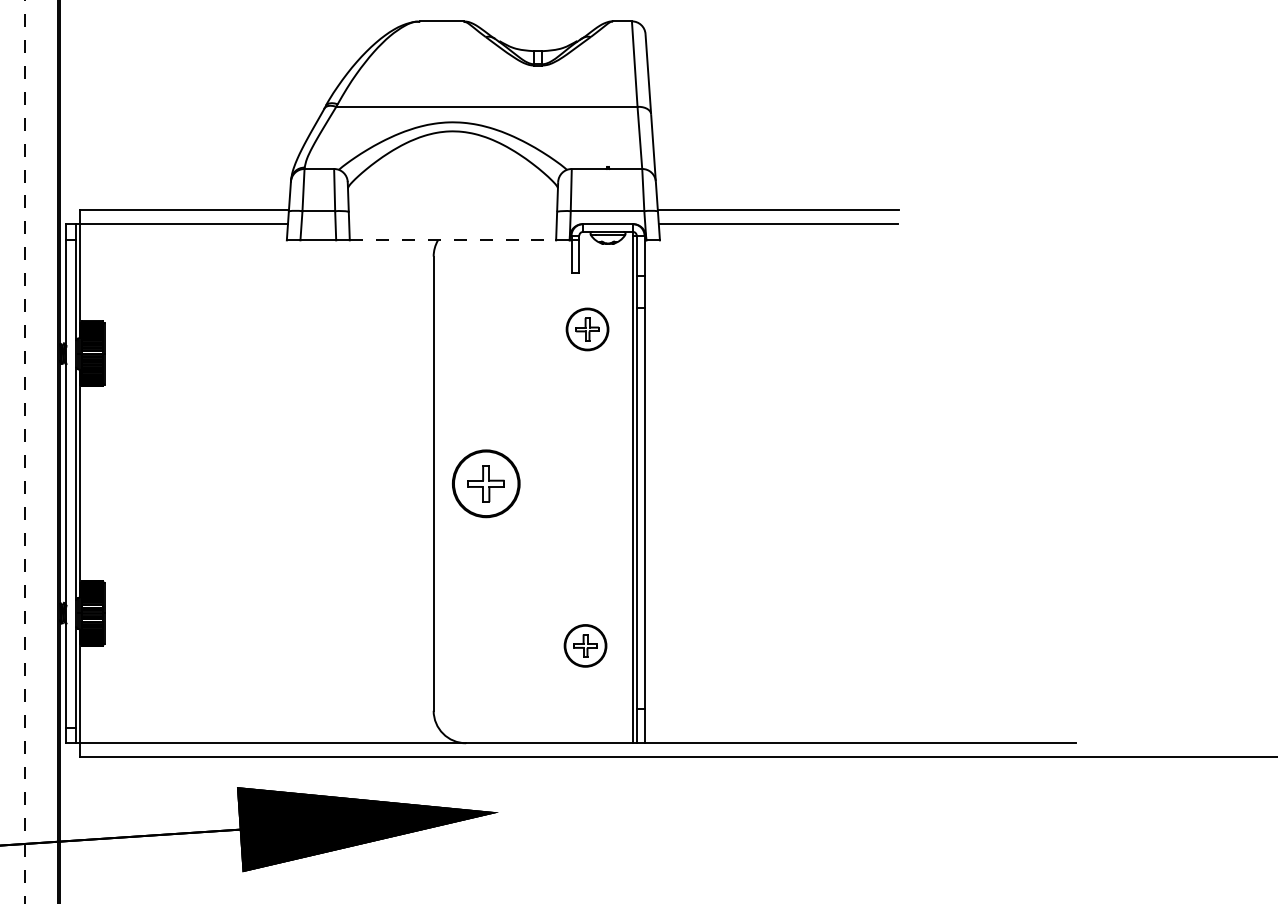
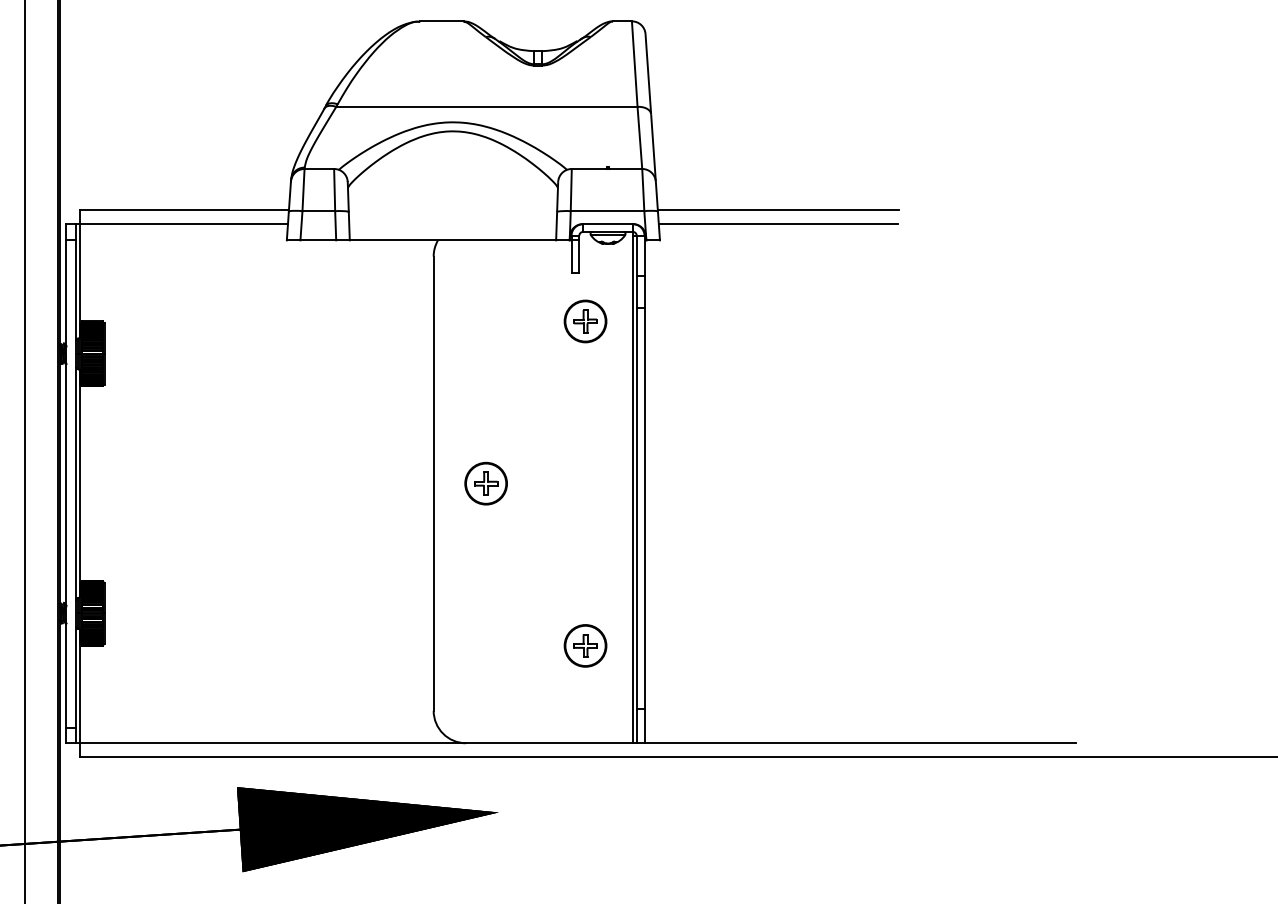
line at (453, 240): dashed -> solid
part at (587, 329) position: (587, 329) -> (585, 321)
line at (25, 451): dashed -> solid
part at (486, 483) size: 69x70 px -> 44x45 px
